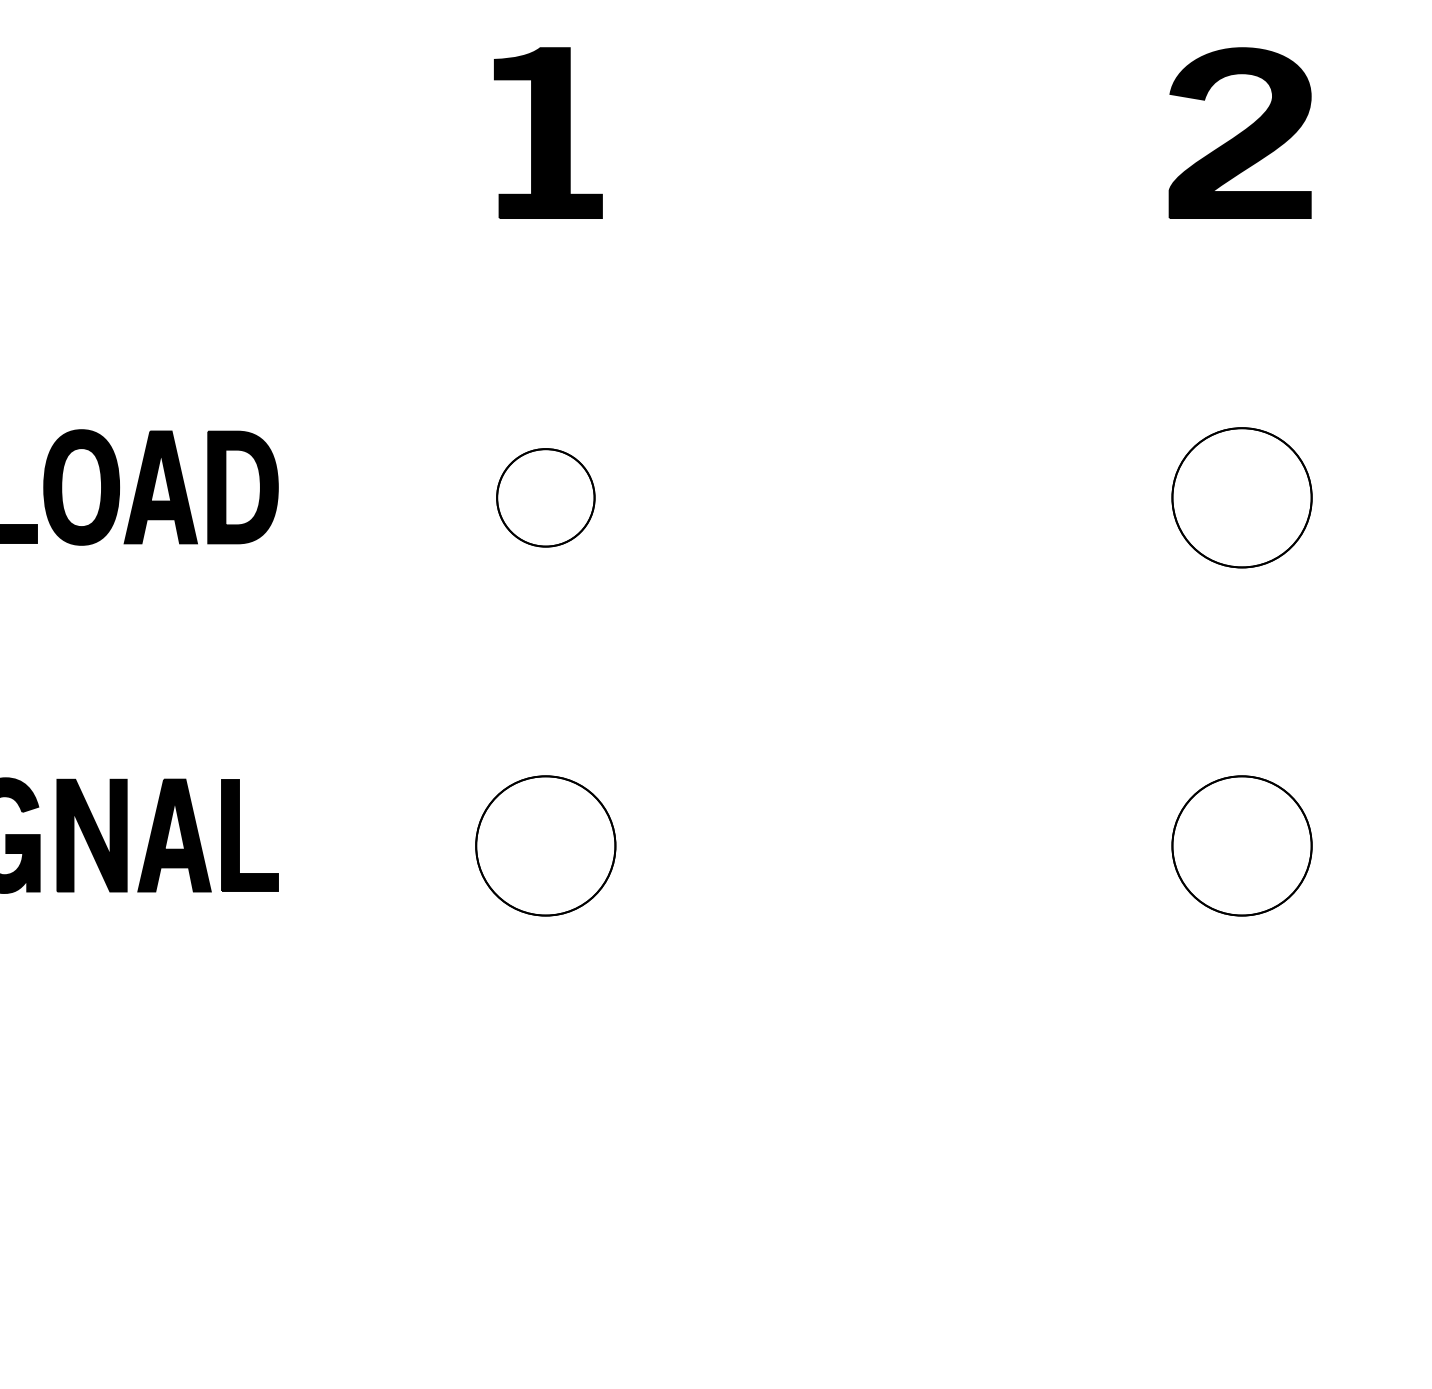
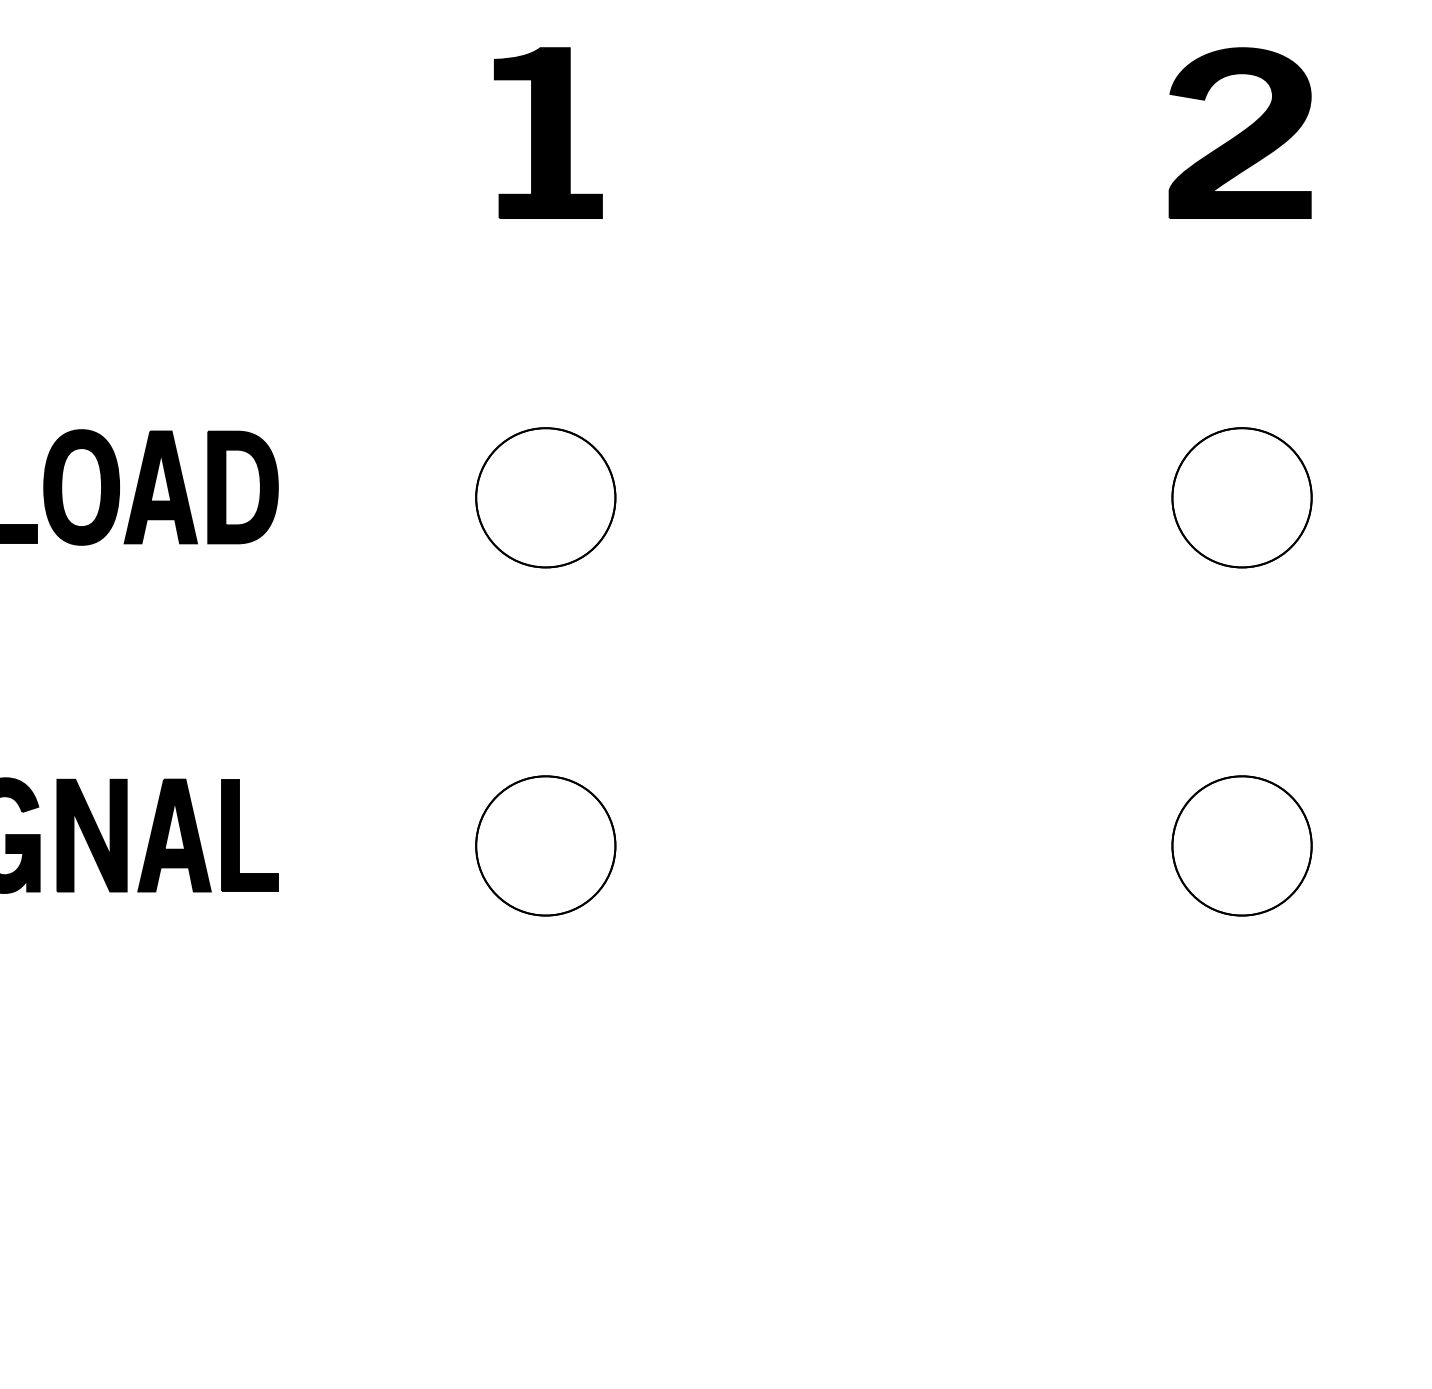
part at (545, 497) size: 100x100 px -> 142x142 px
